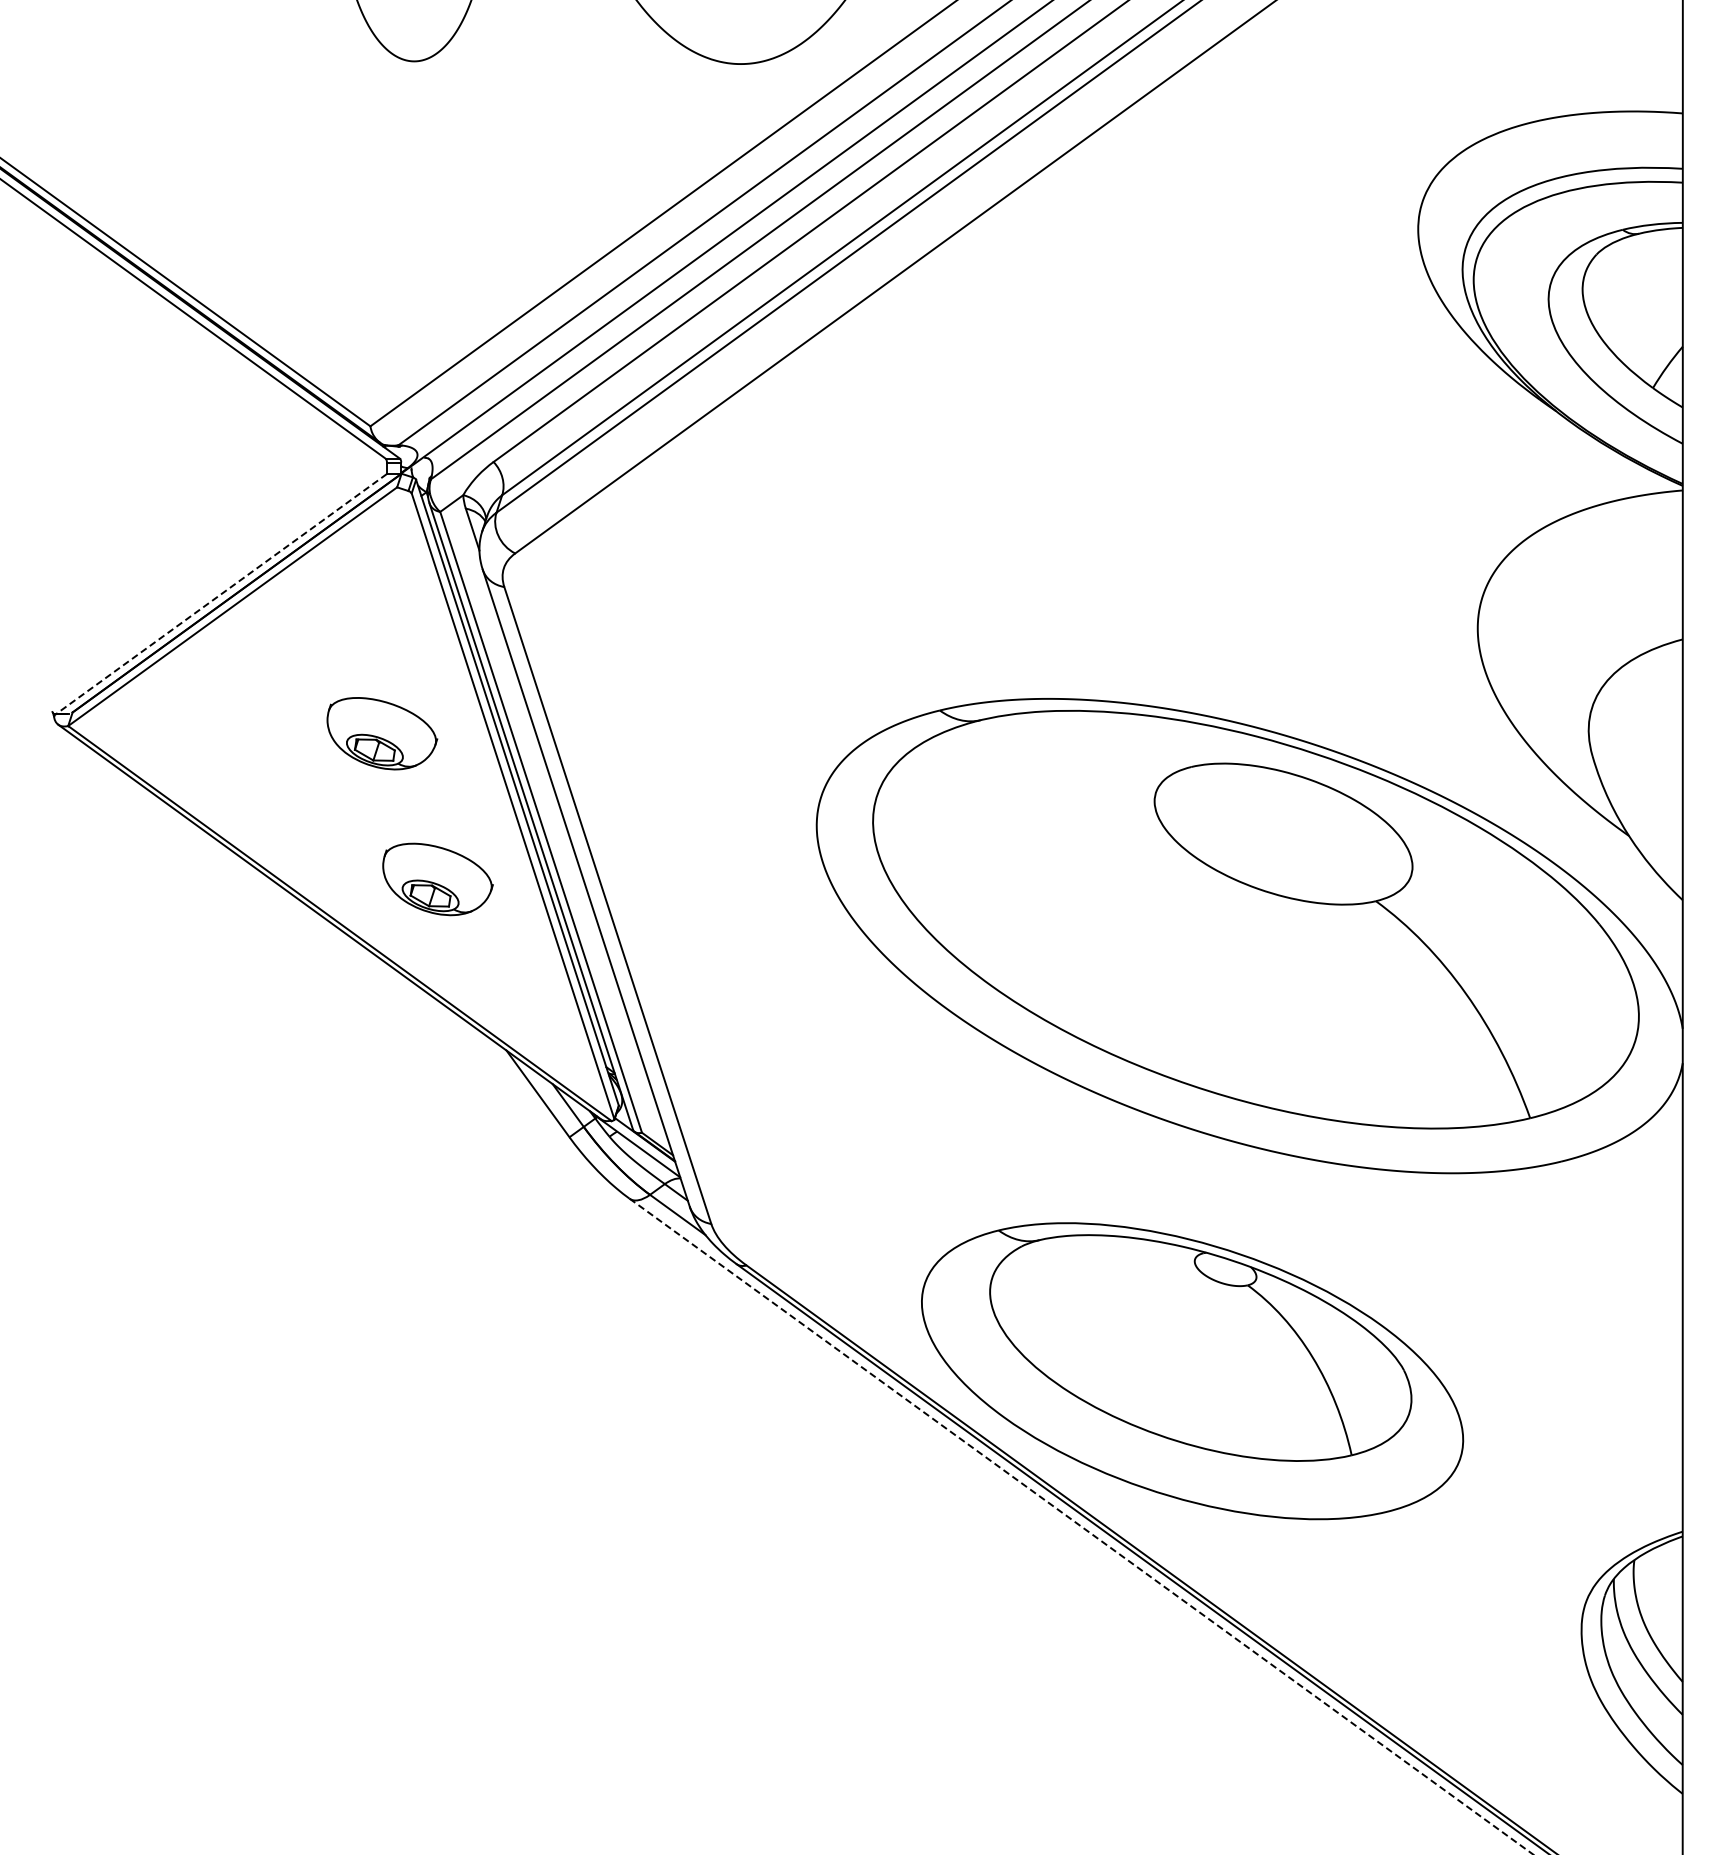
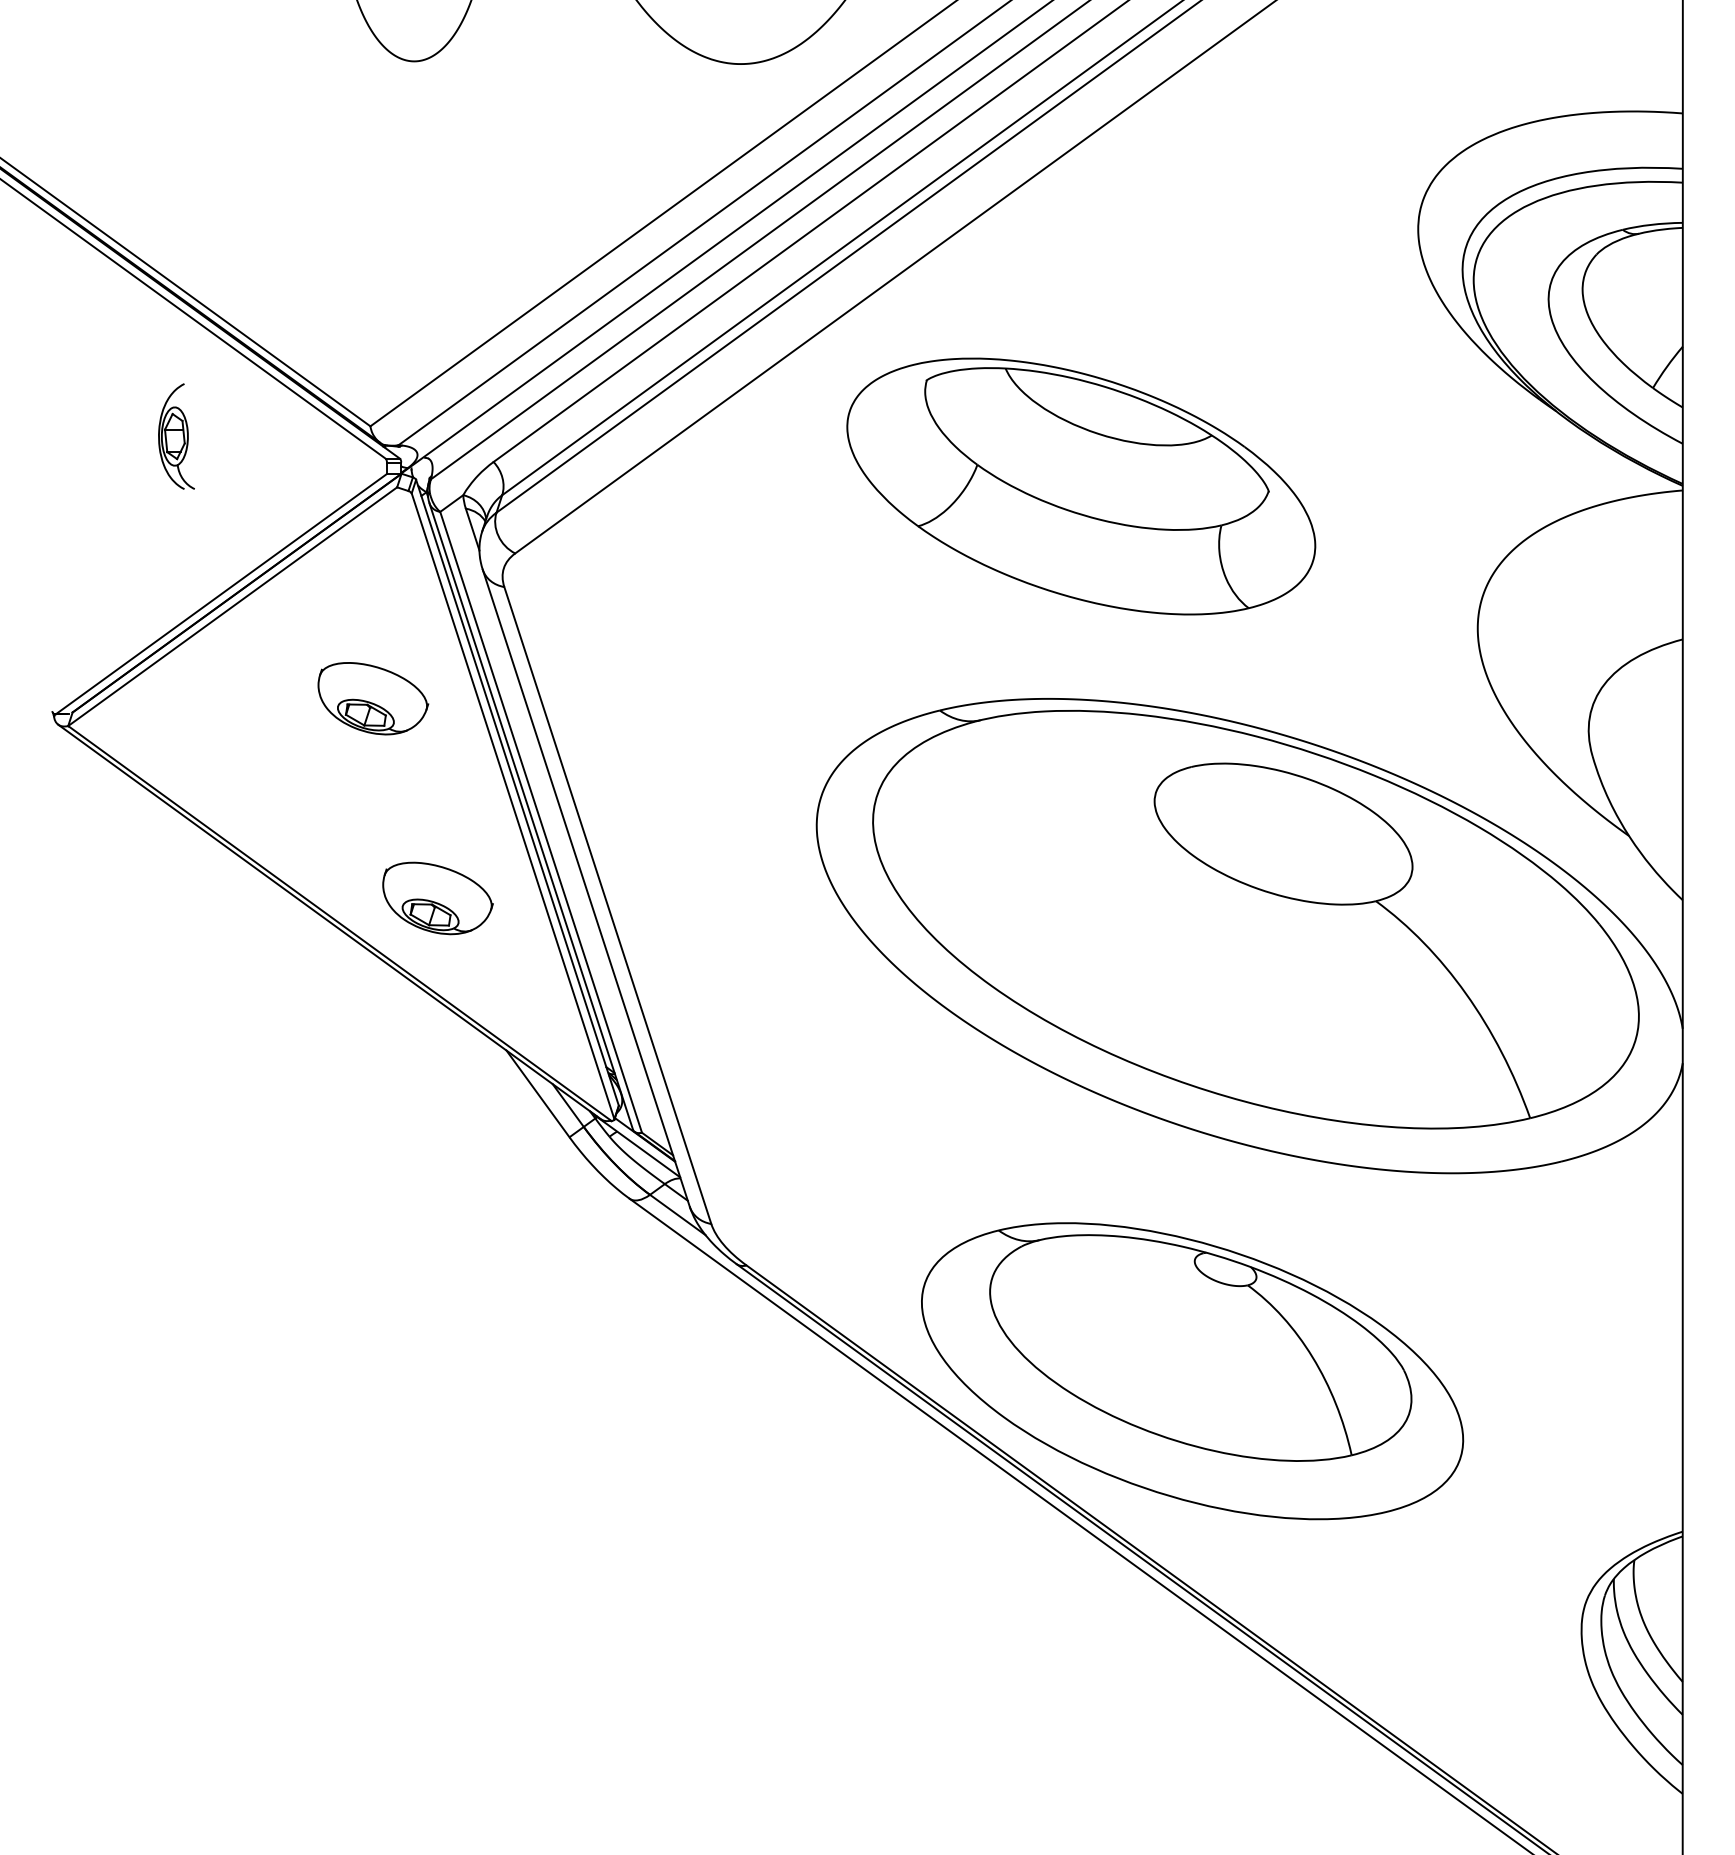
part at (176, 436): none -> present
part at (1081, 486): none -> present
line at (221, 594): dashed -> solid
part at (382, 733) position: (382, 733) -> (373, 698)
part at (437, 879) position: (437, 879) -> (437, 898)
line at (1081, 1526): dashed -> solid
